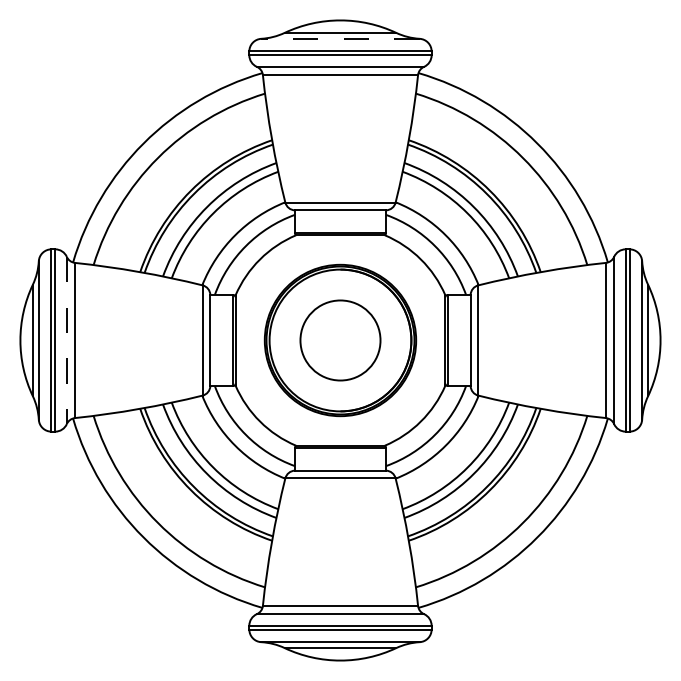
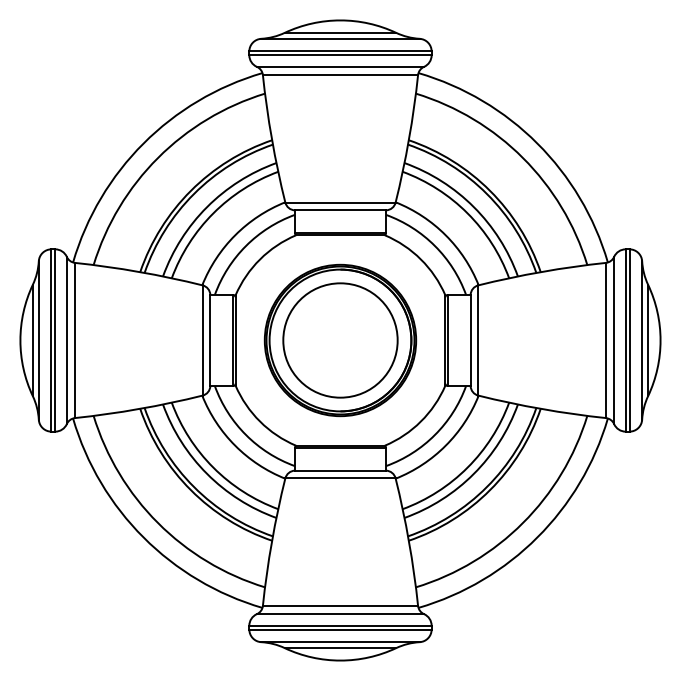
line at (340, 38): dashed -> solid
line at (66, 340): dashed -> solid
circle at (340, 340) diameter: 80 px -> 114 px
